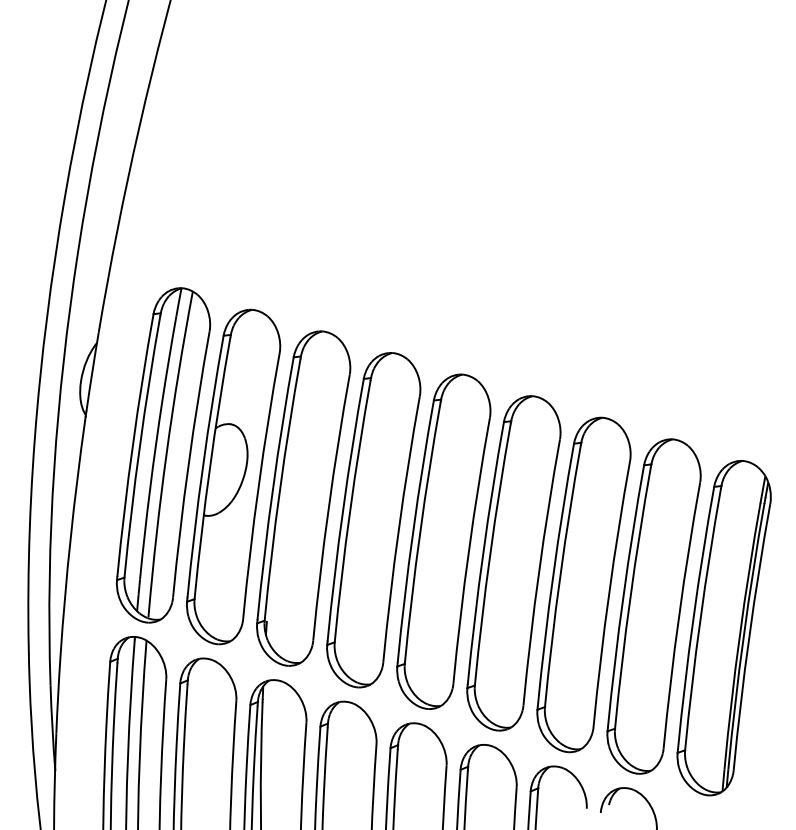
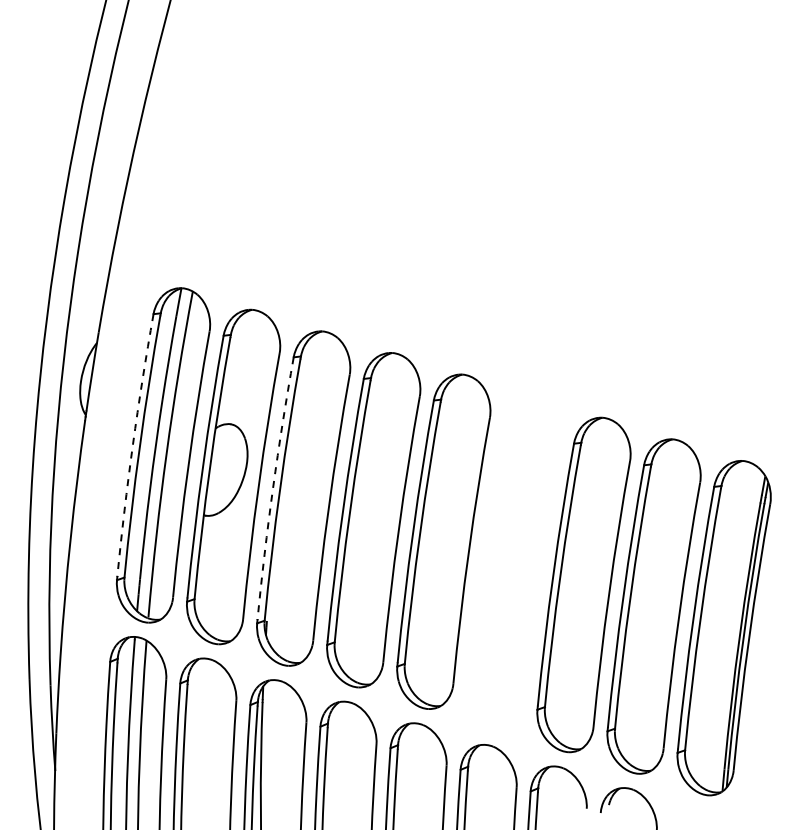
arc at (132, 445): solid -> dashed
arc at (273, 488): solid -> dashed
part at (513, 563): present -> none
